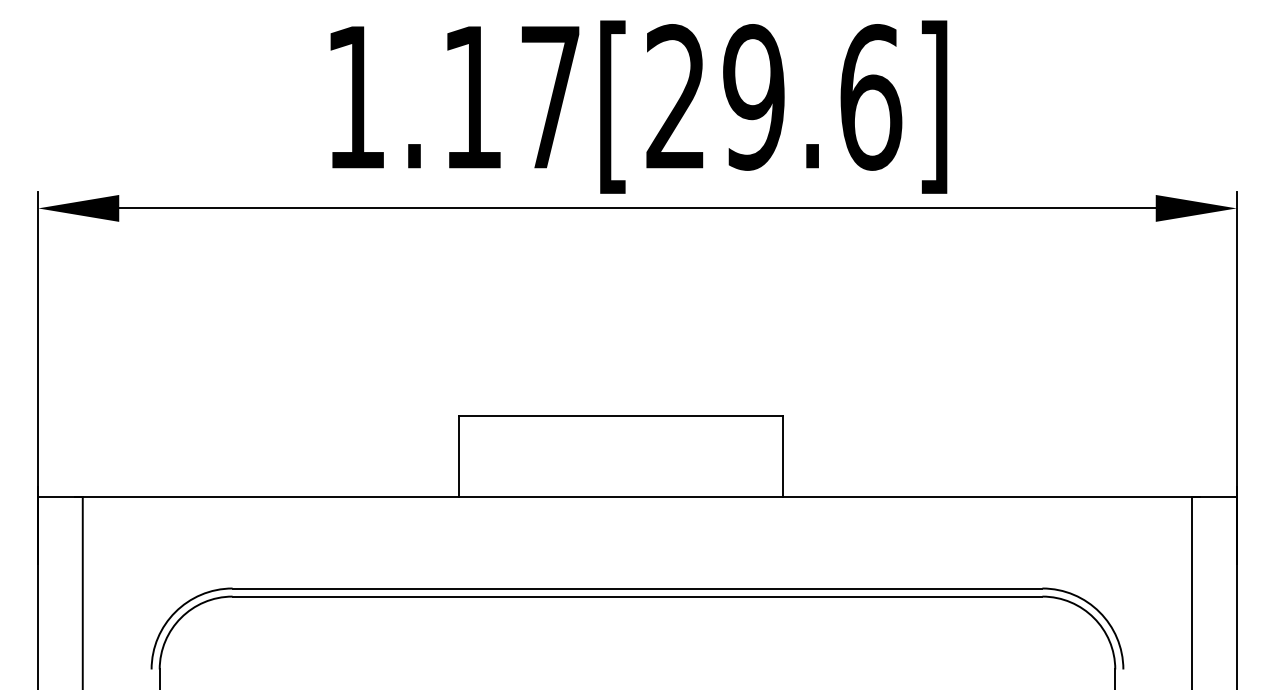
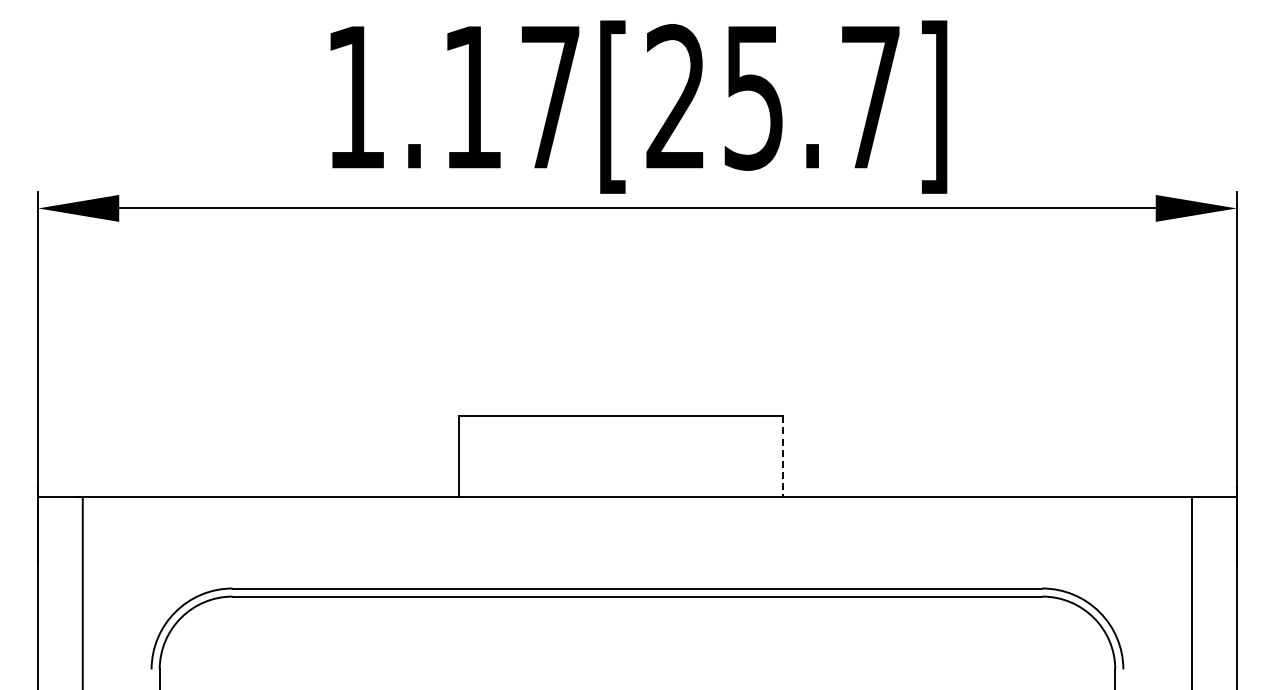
text at (812, 97): 1.17[29.6] -> 1.17[25.7]
line at (783, 457): solid -> dashed
